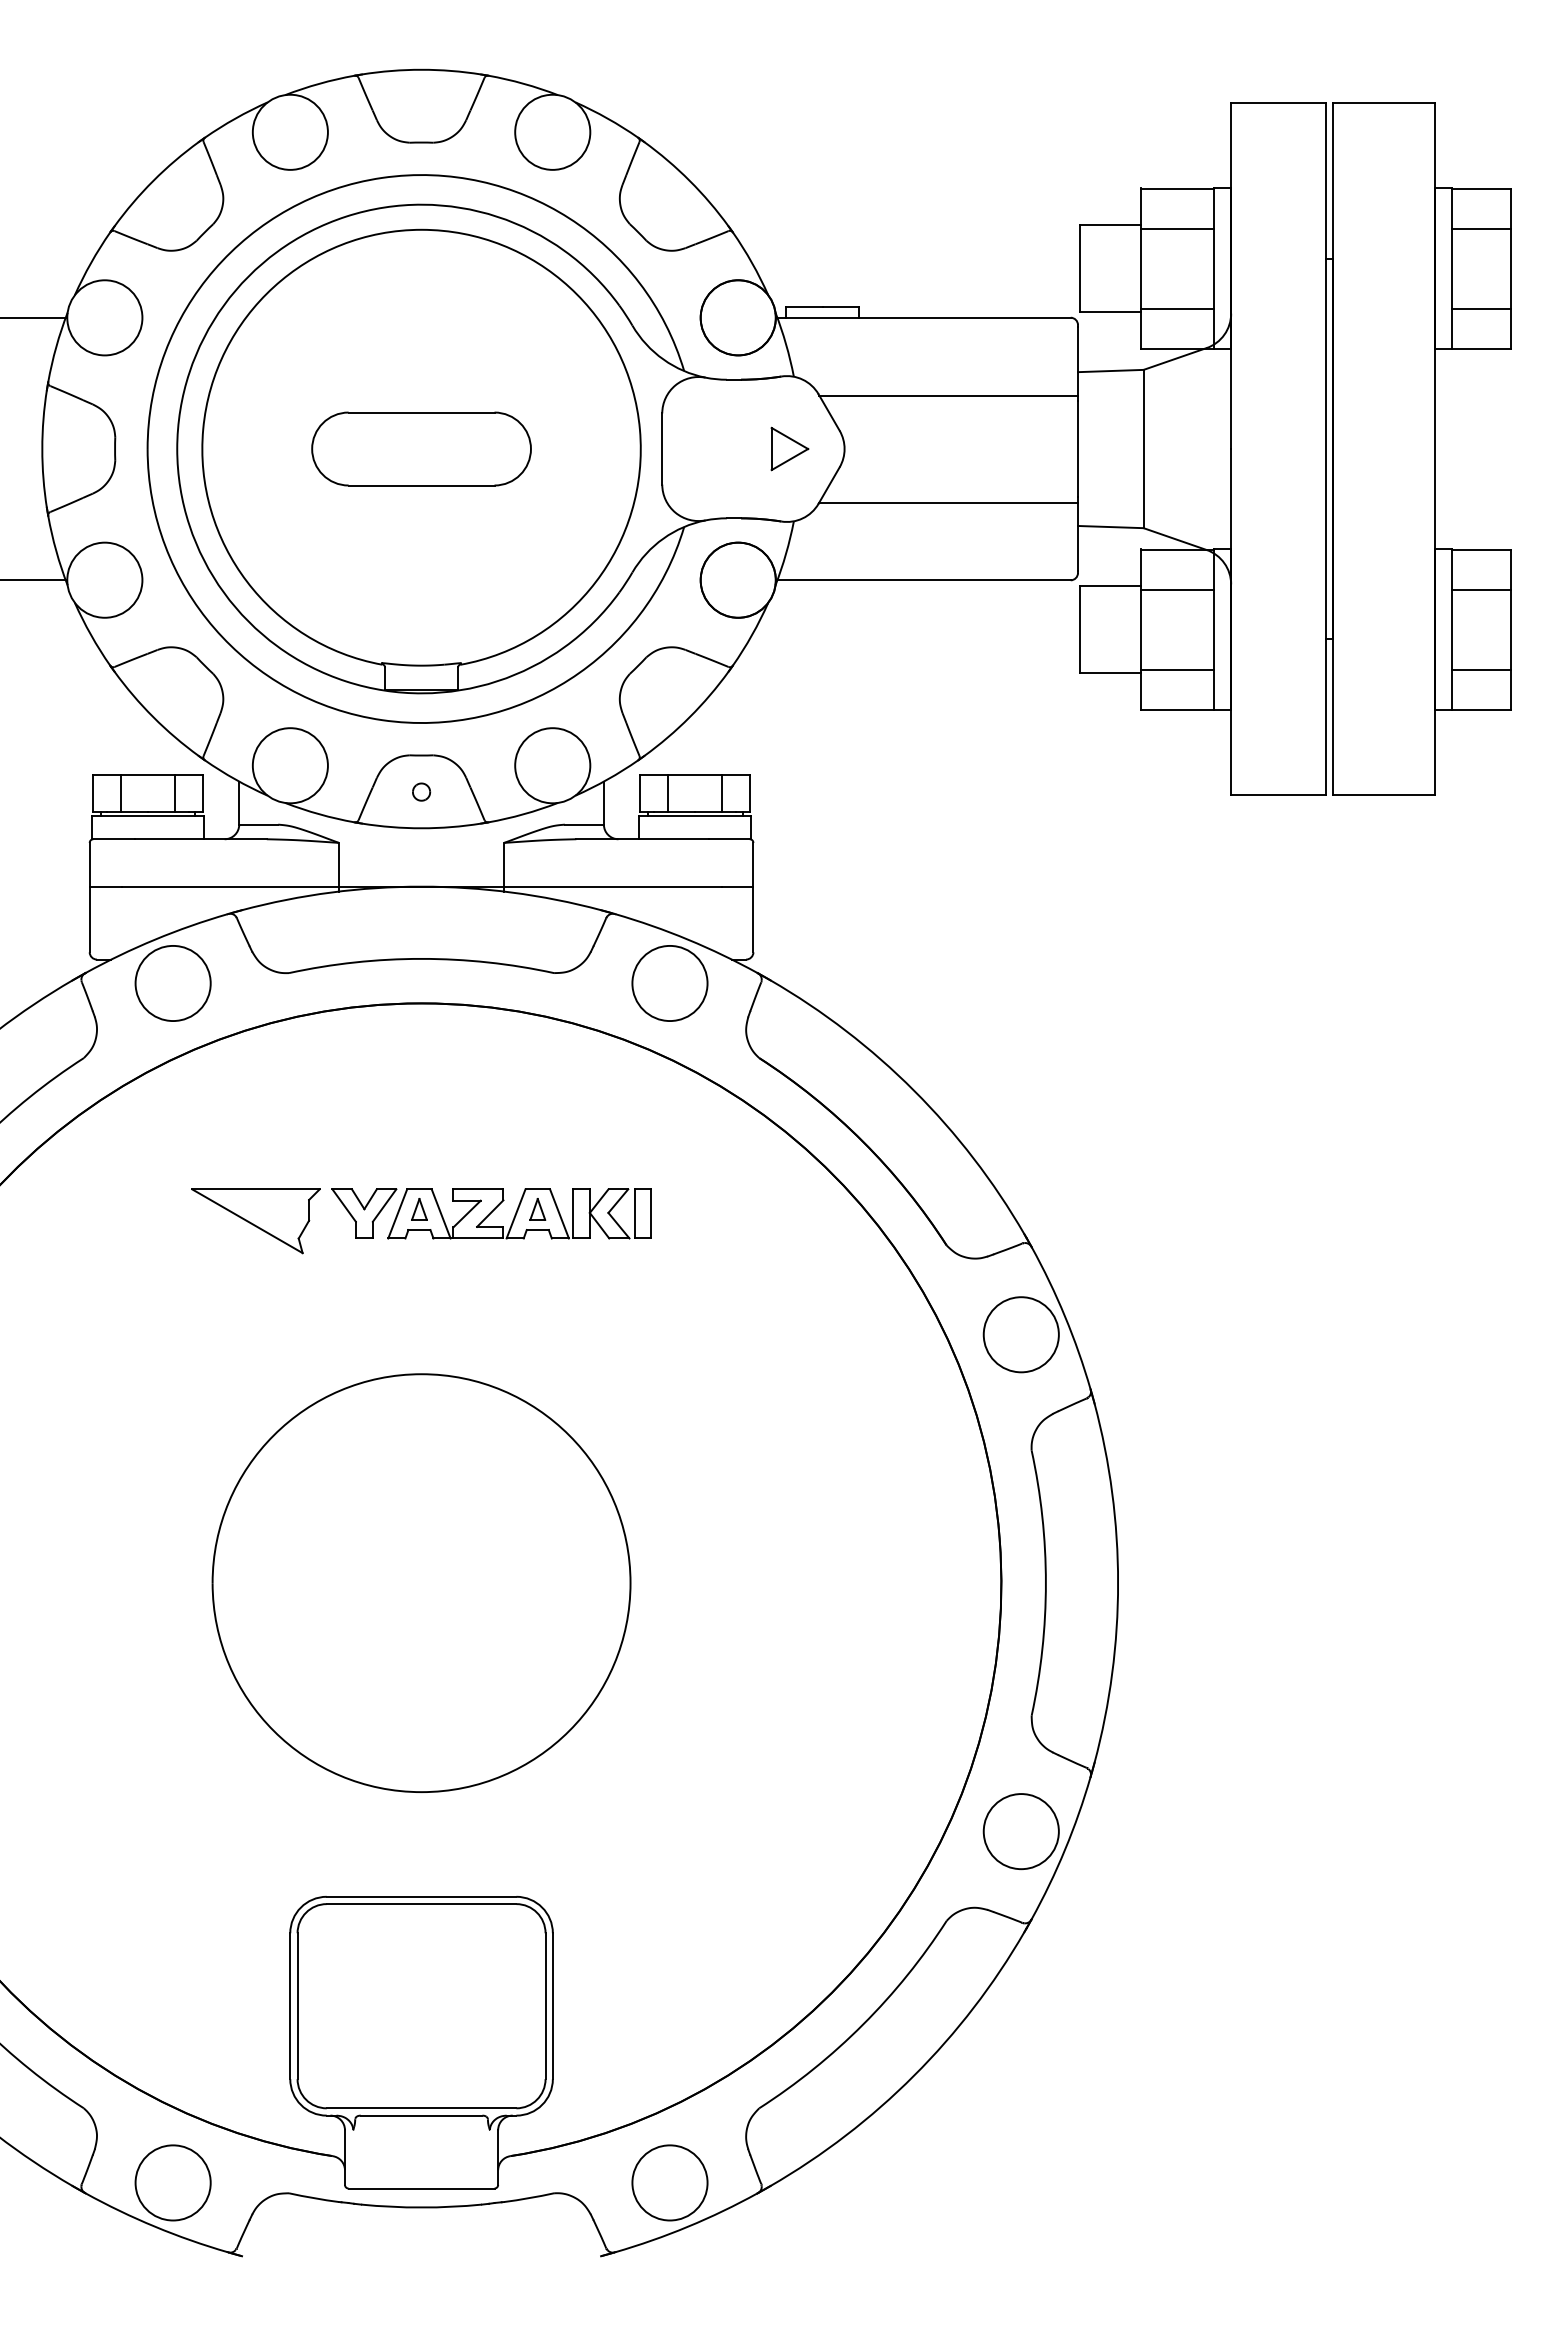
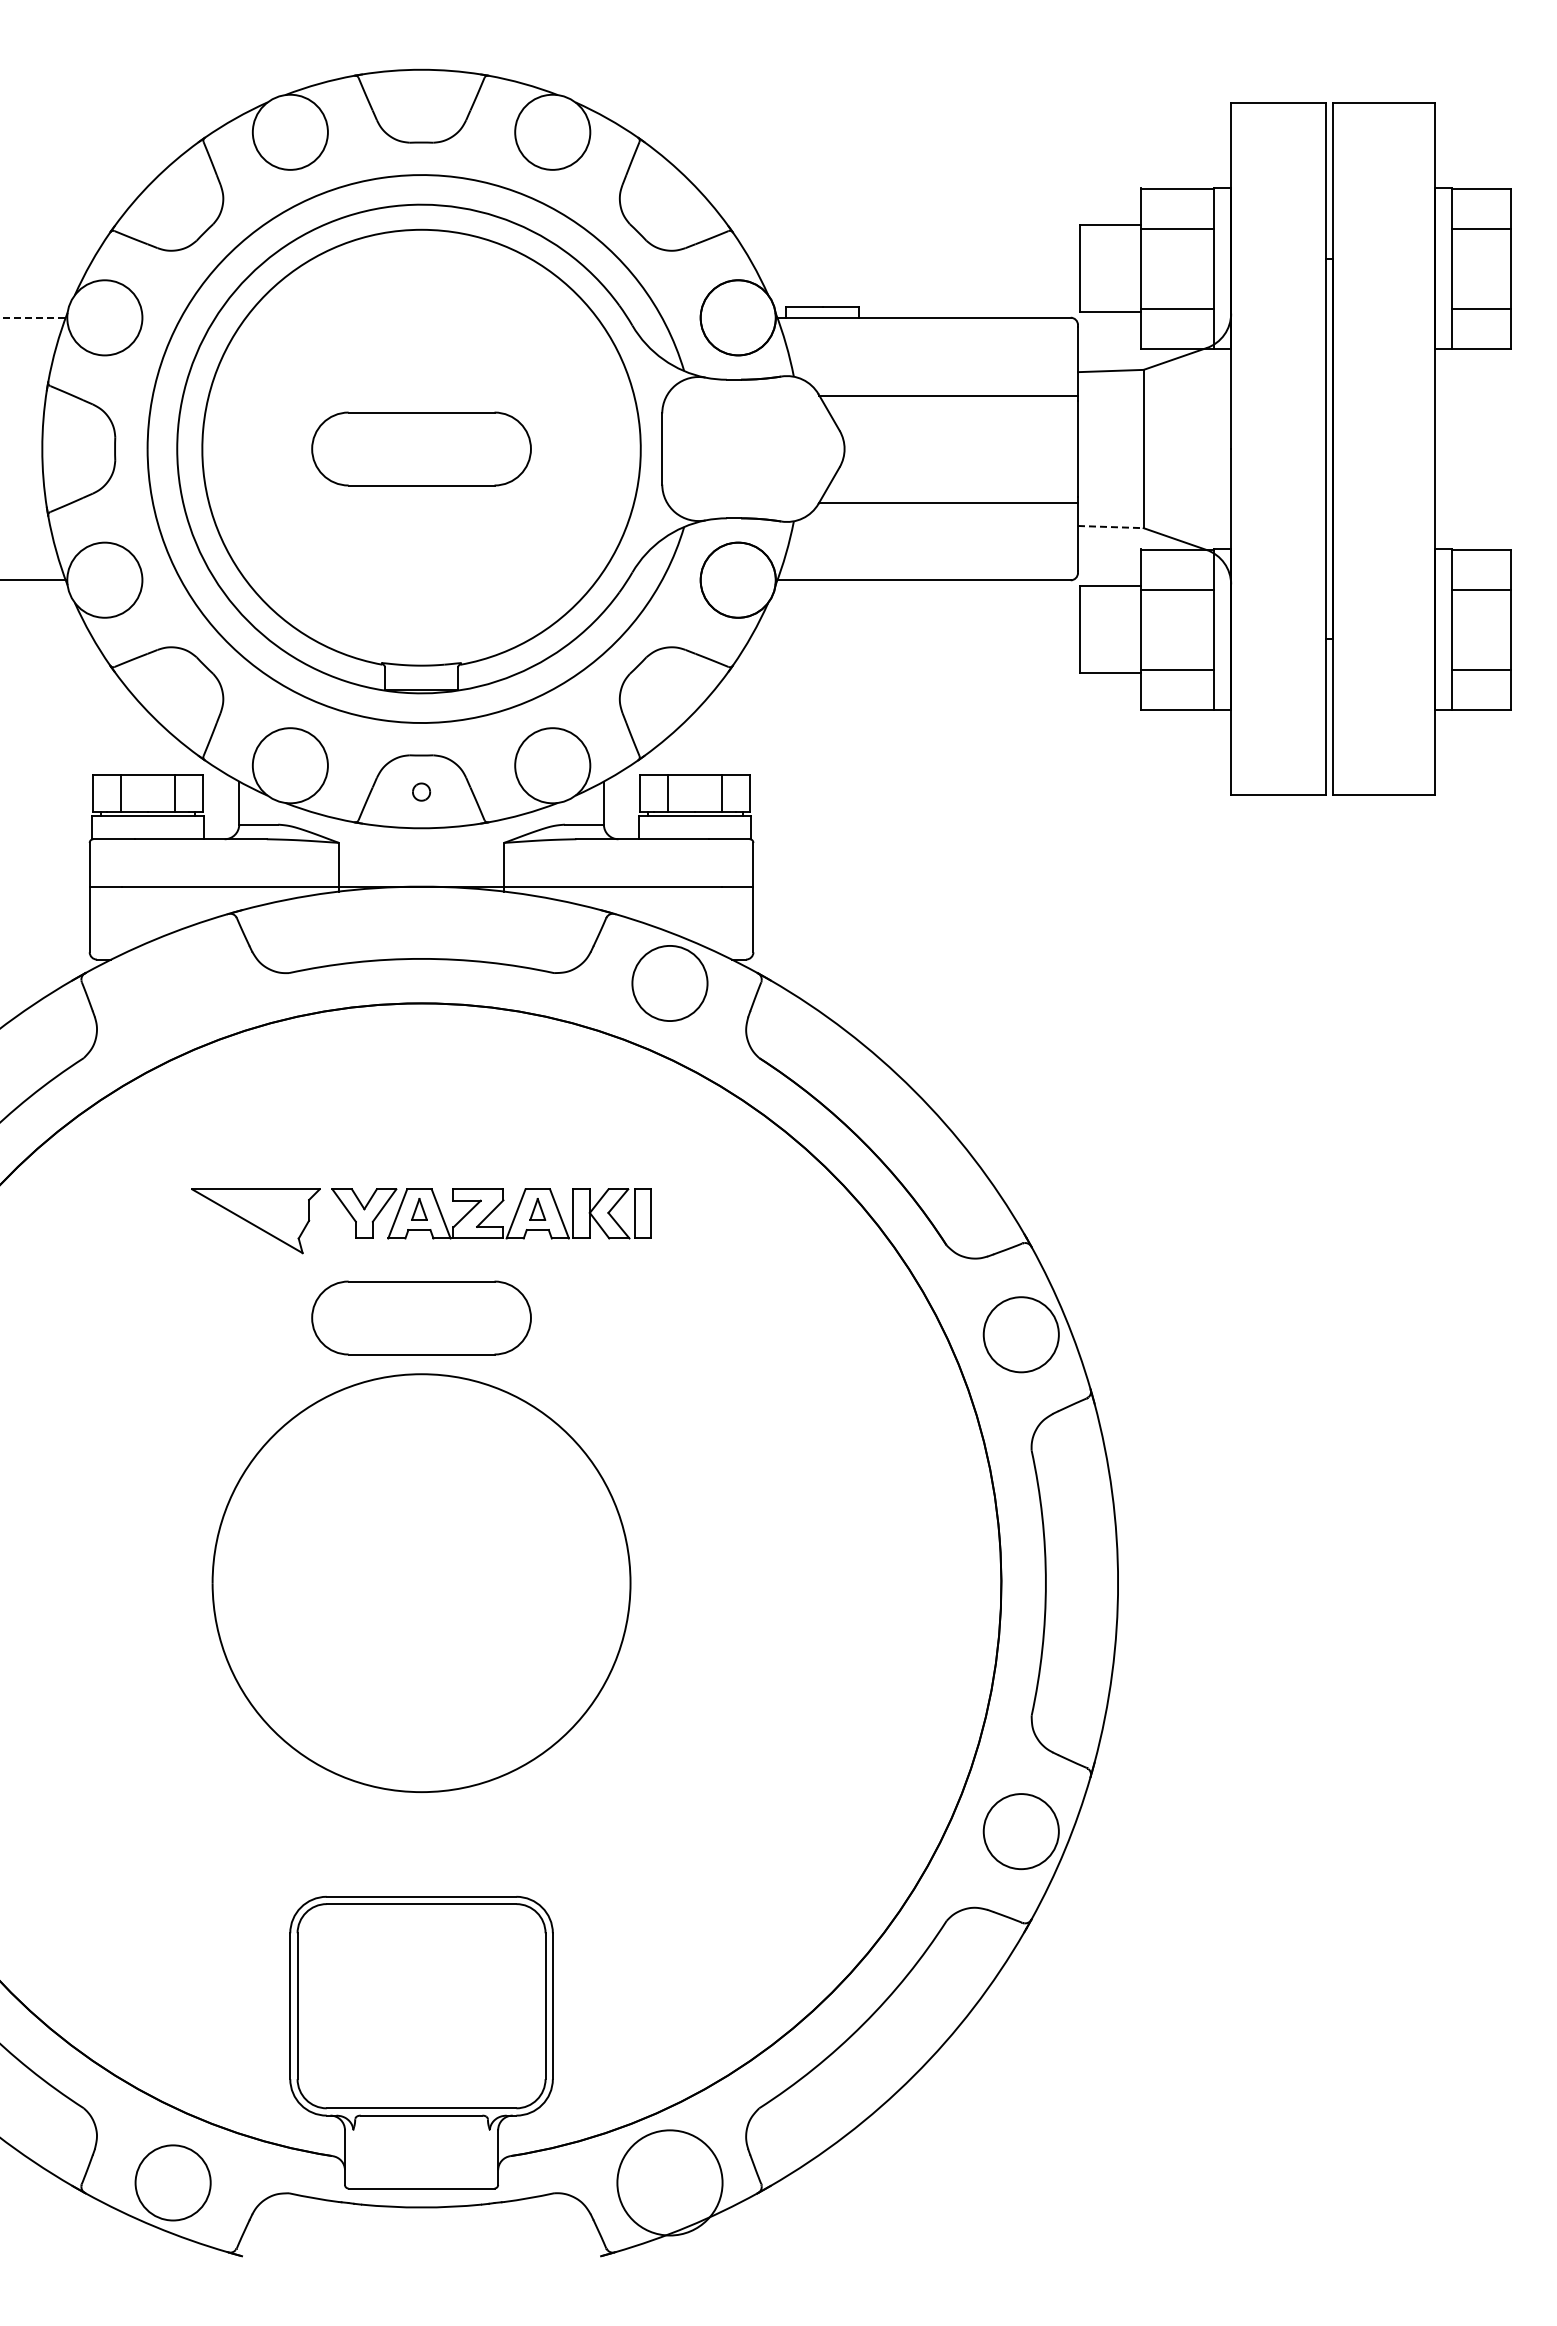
line at (33, 317): solid -> dashed
part at (789, 448): present -> none
line at (1110, 527): solid -> dashed
circle at (172, 983): present -> none
part at (421, 1317): none -> present
circle at (669, 2182) diameter: 75 px -> 105 px
